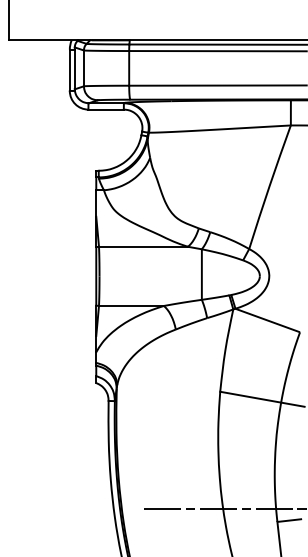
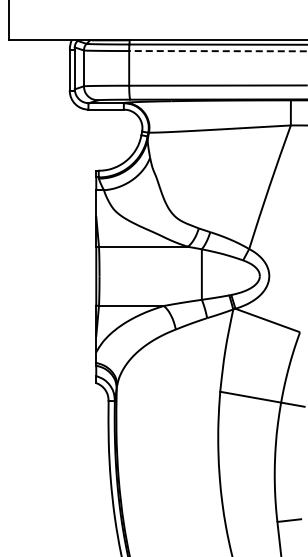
line at (217, 51): solid -> dashed
line at (223, 508): present -> none
